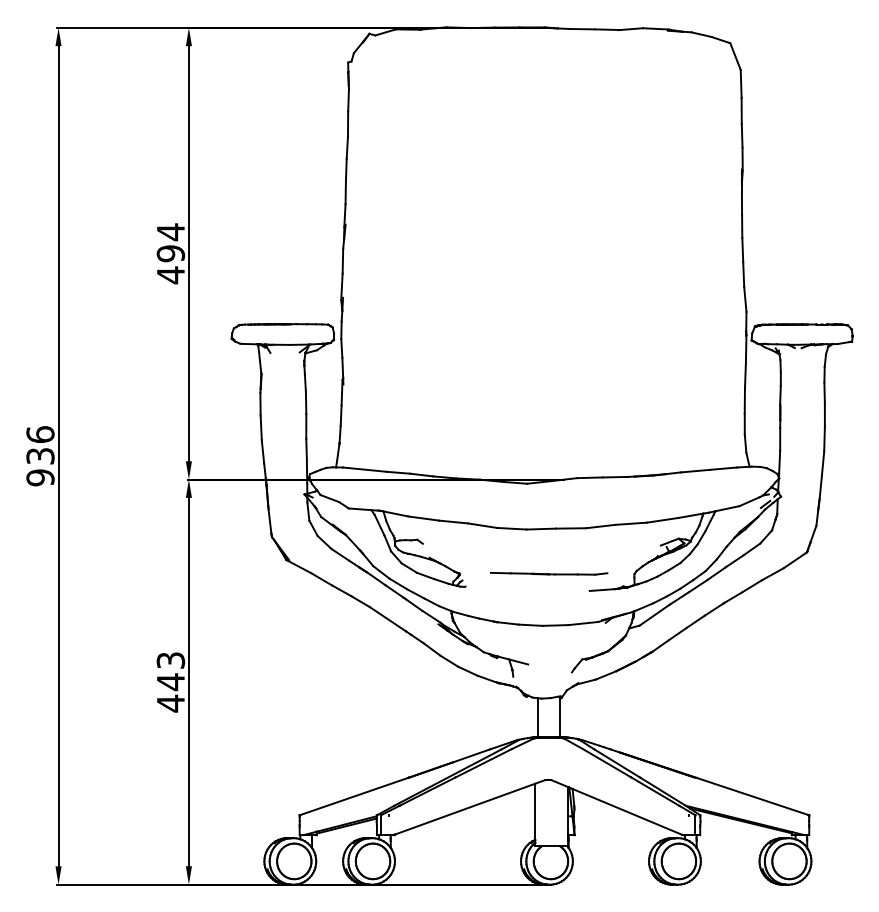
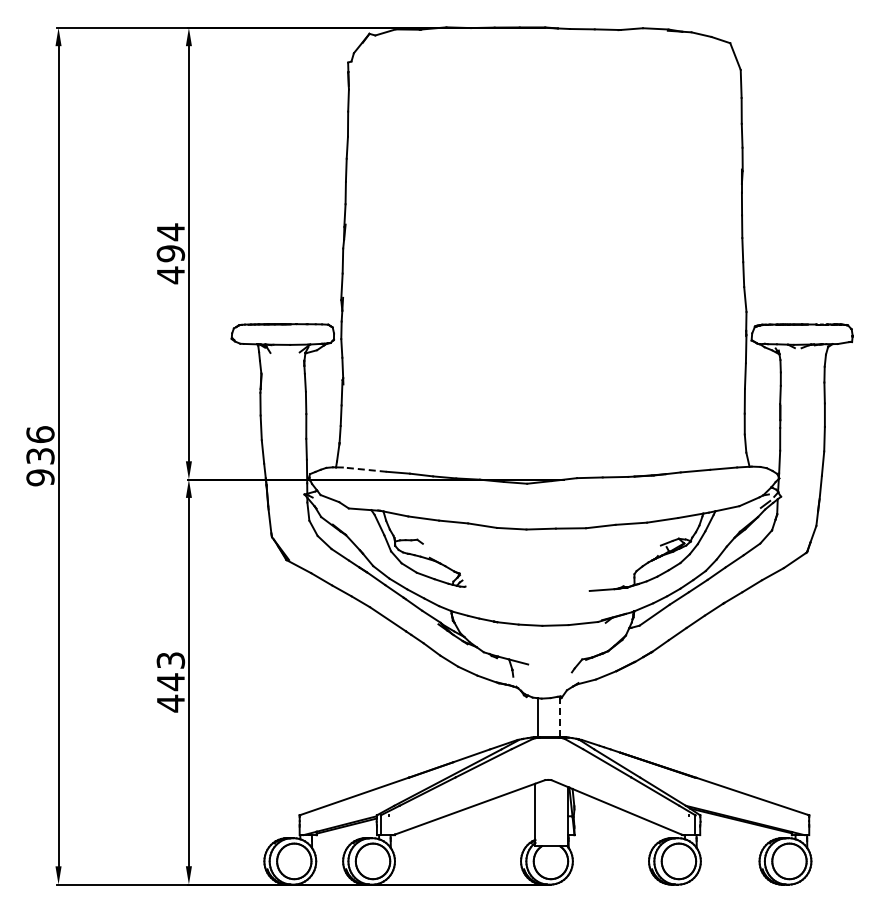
line at (364, 469): solid -> dashed
line at (549, 573): present -> none
line at (560, 717): solid -> dashed
